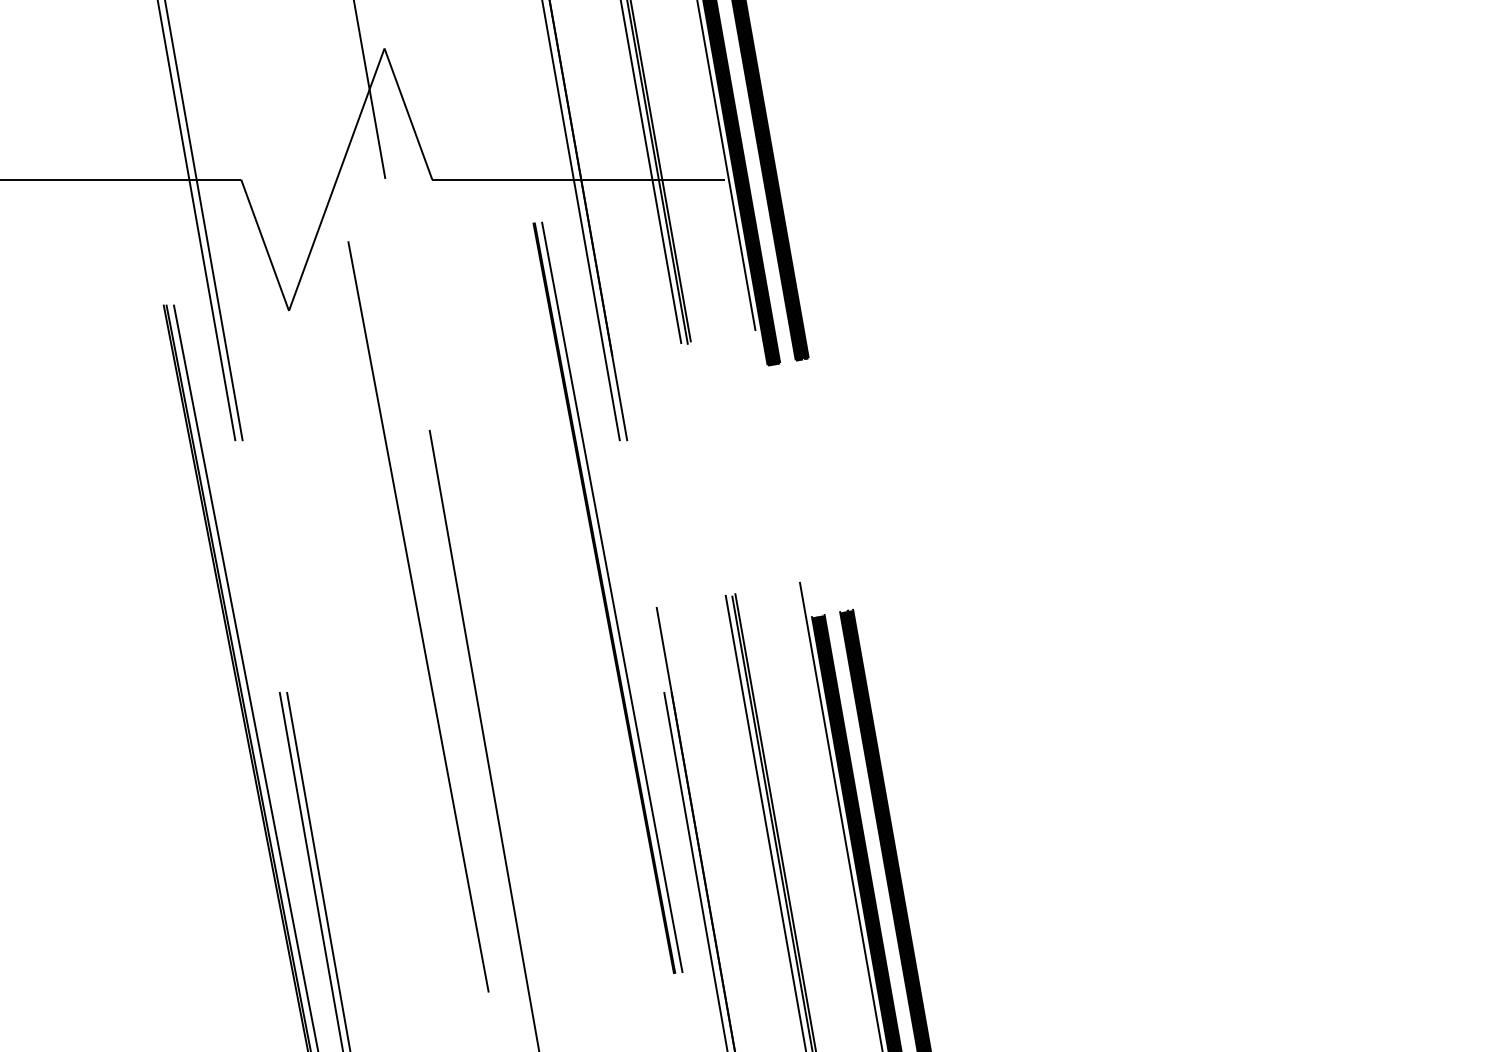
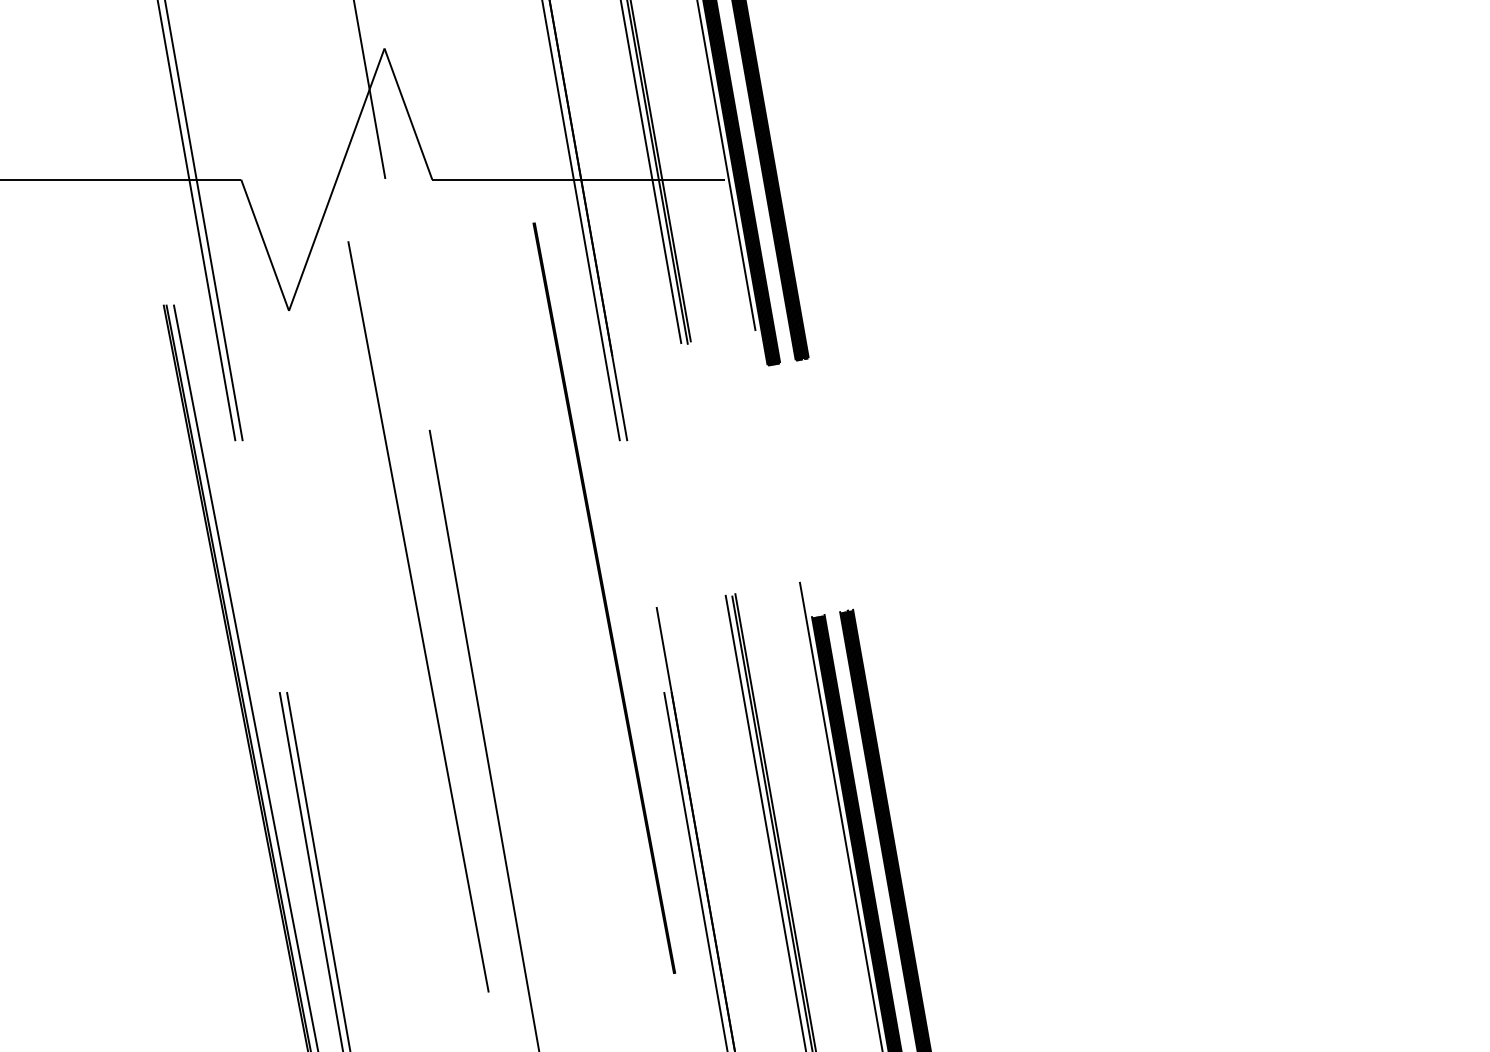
line at (608, 576): present -> none
